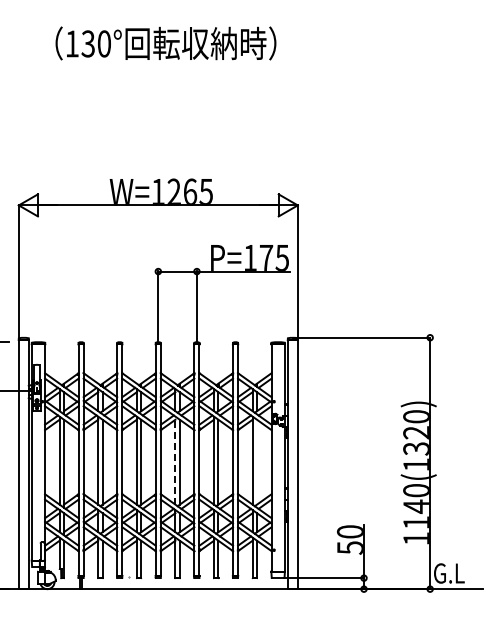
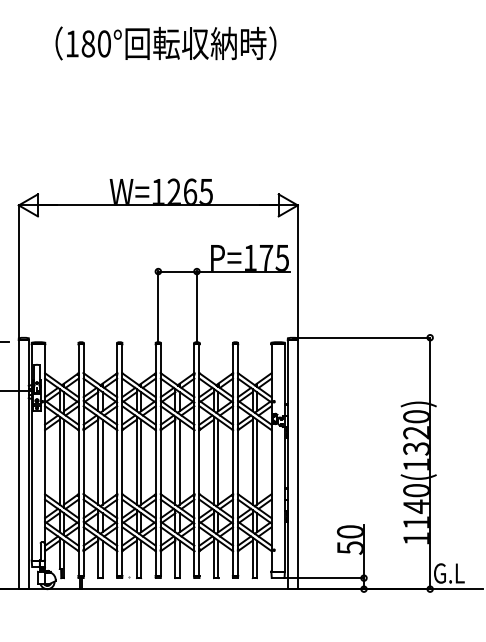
text at (88, 43): 130° -> 180°
line at (175, 460): dashed -> solid
line at (257, 461): none -> present
